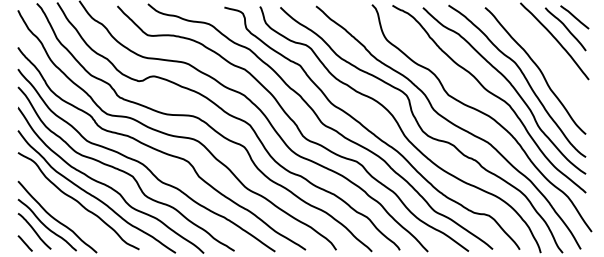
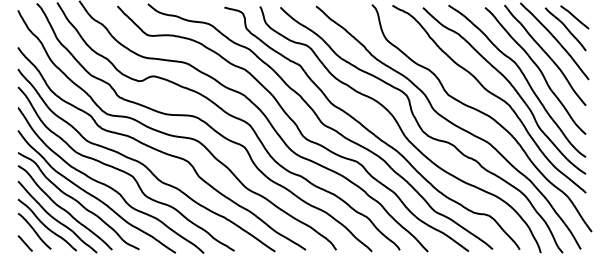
curve at (545, 54): none -> present
curve at (64, 208): none -> present
